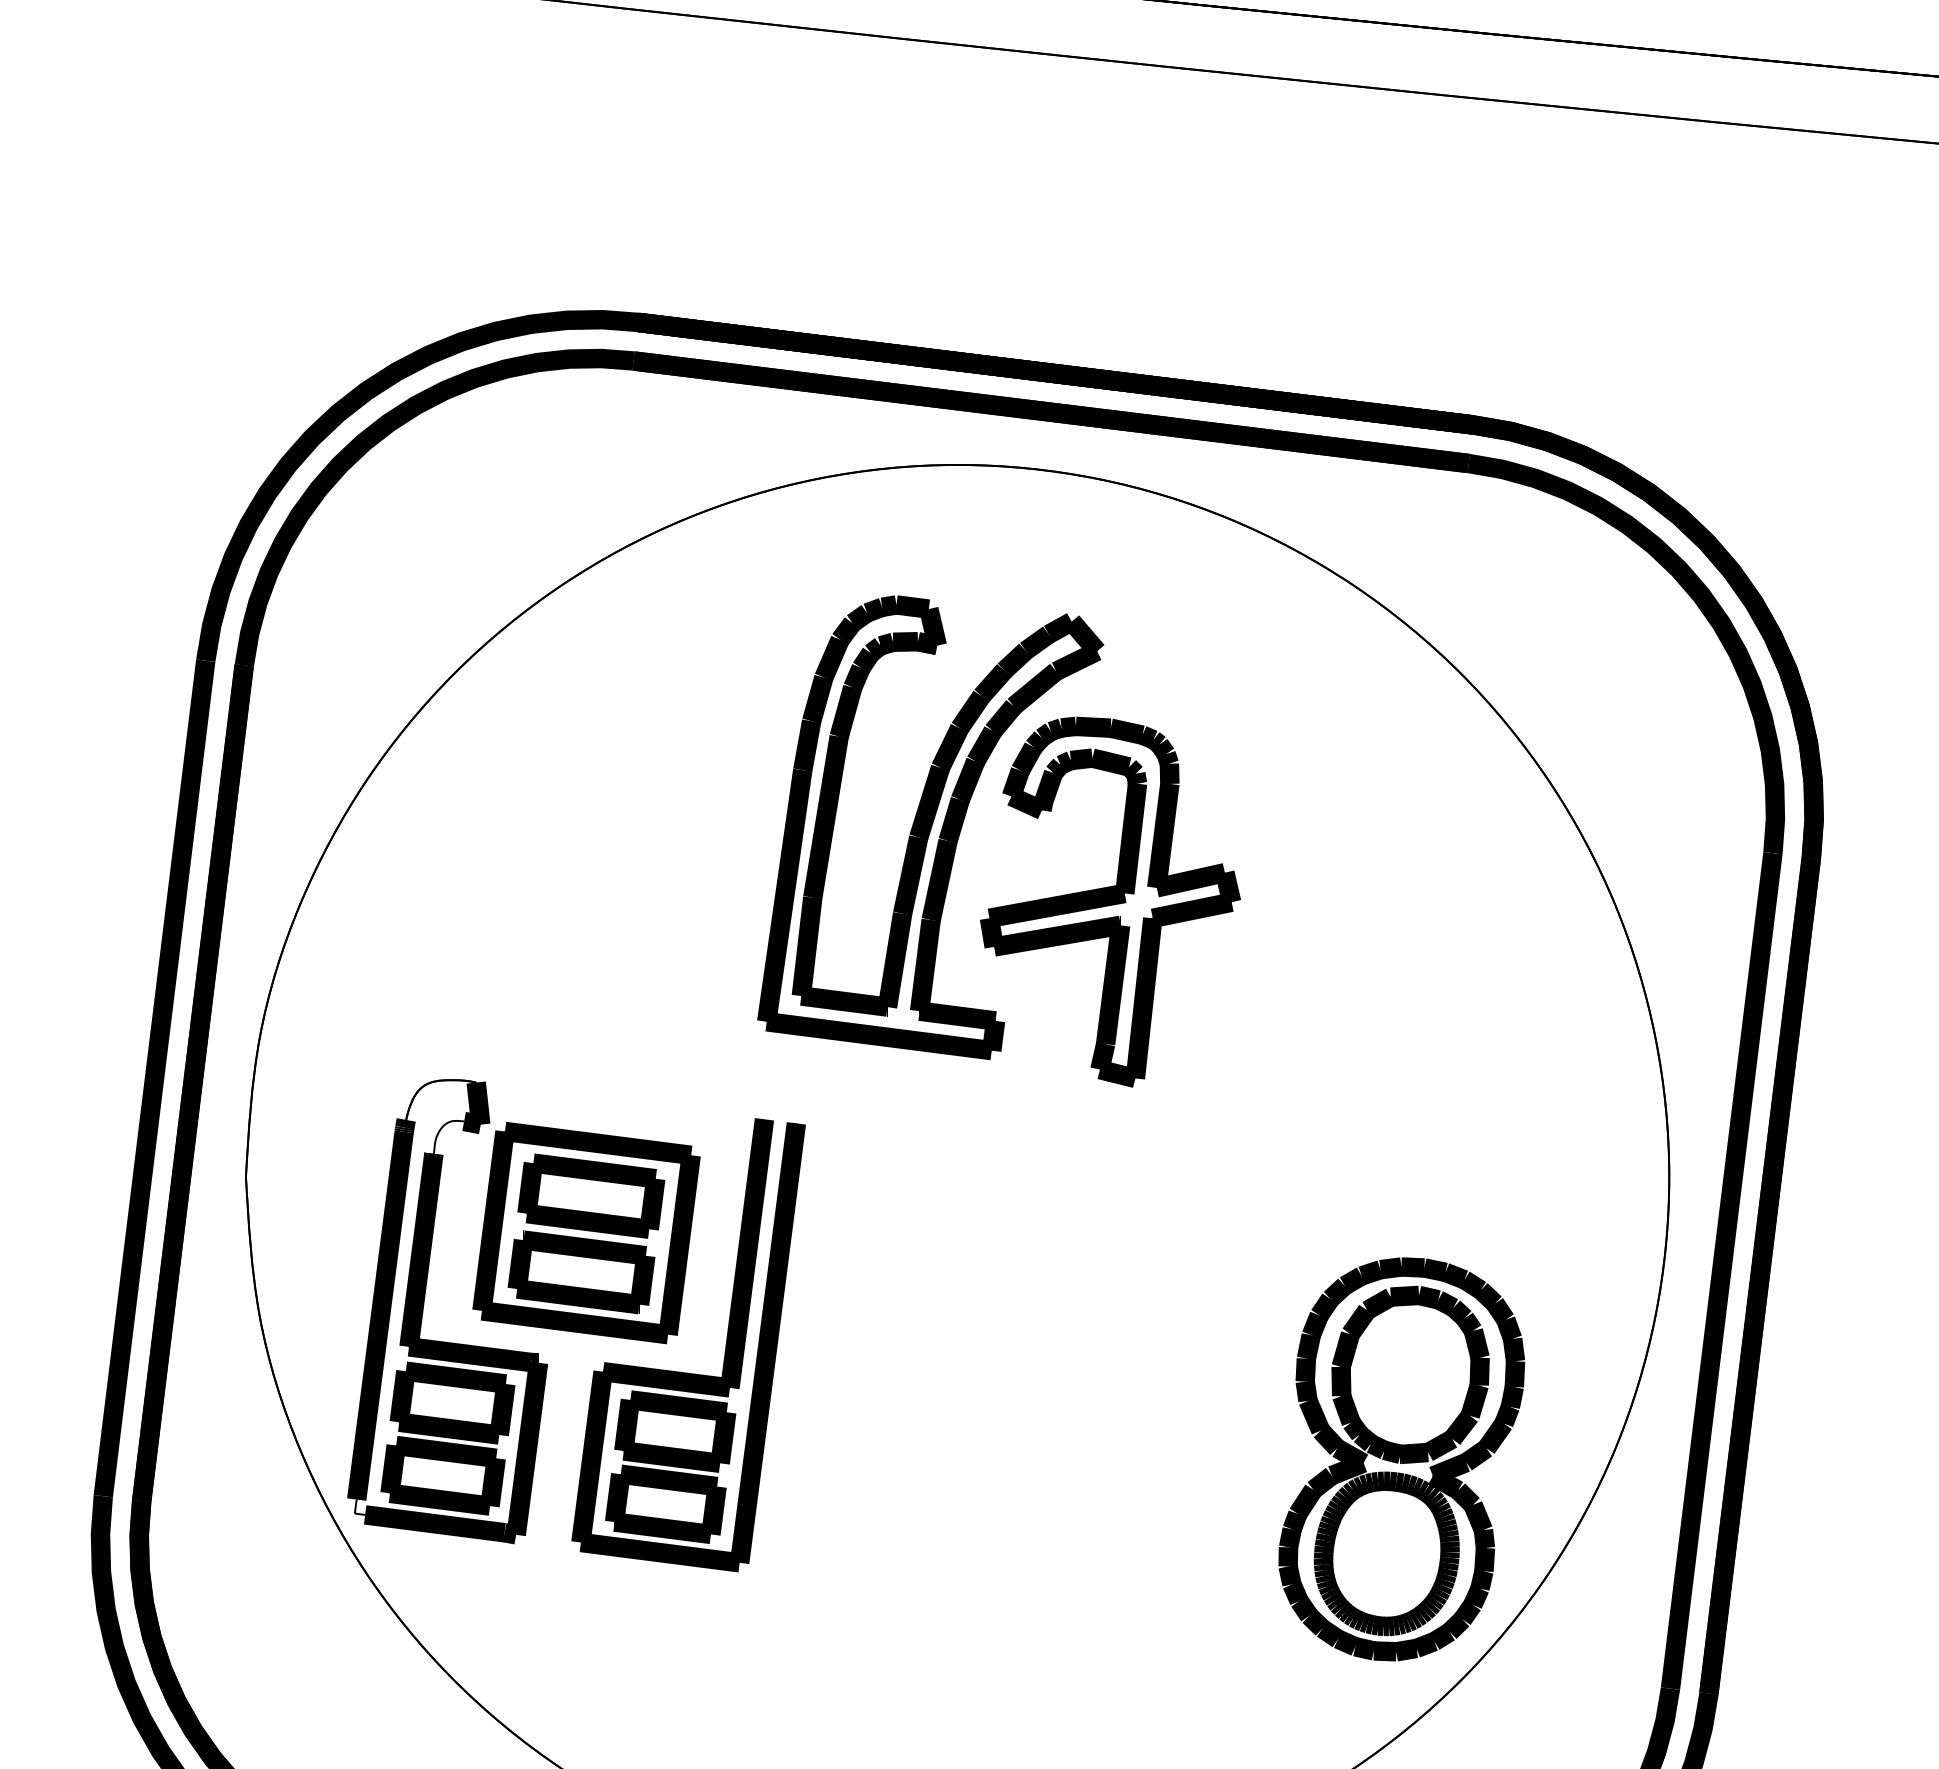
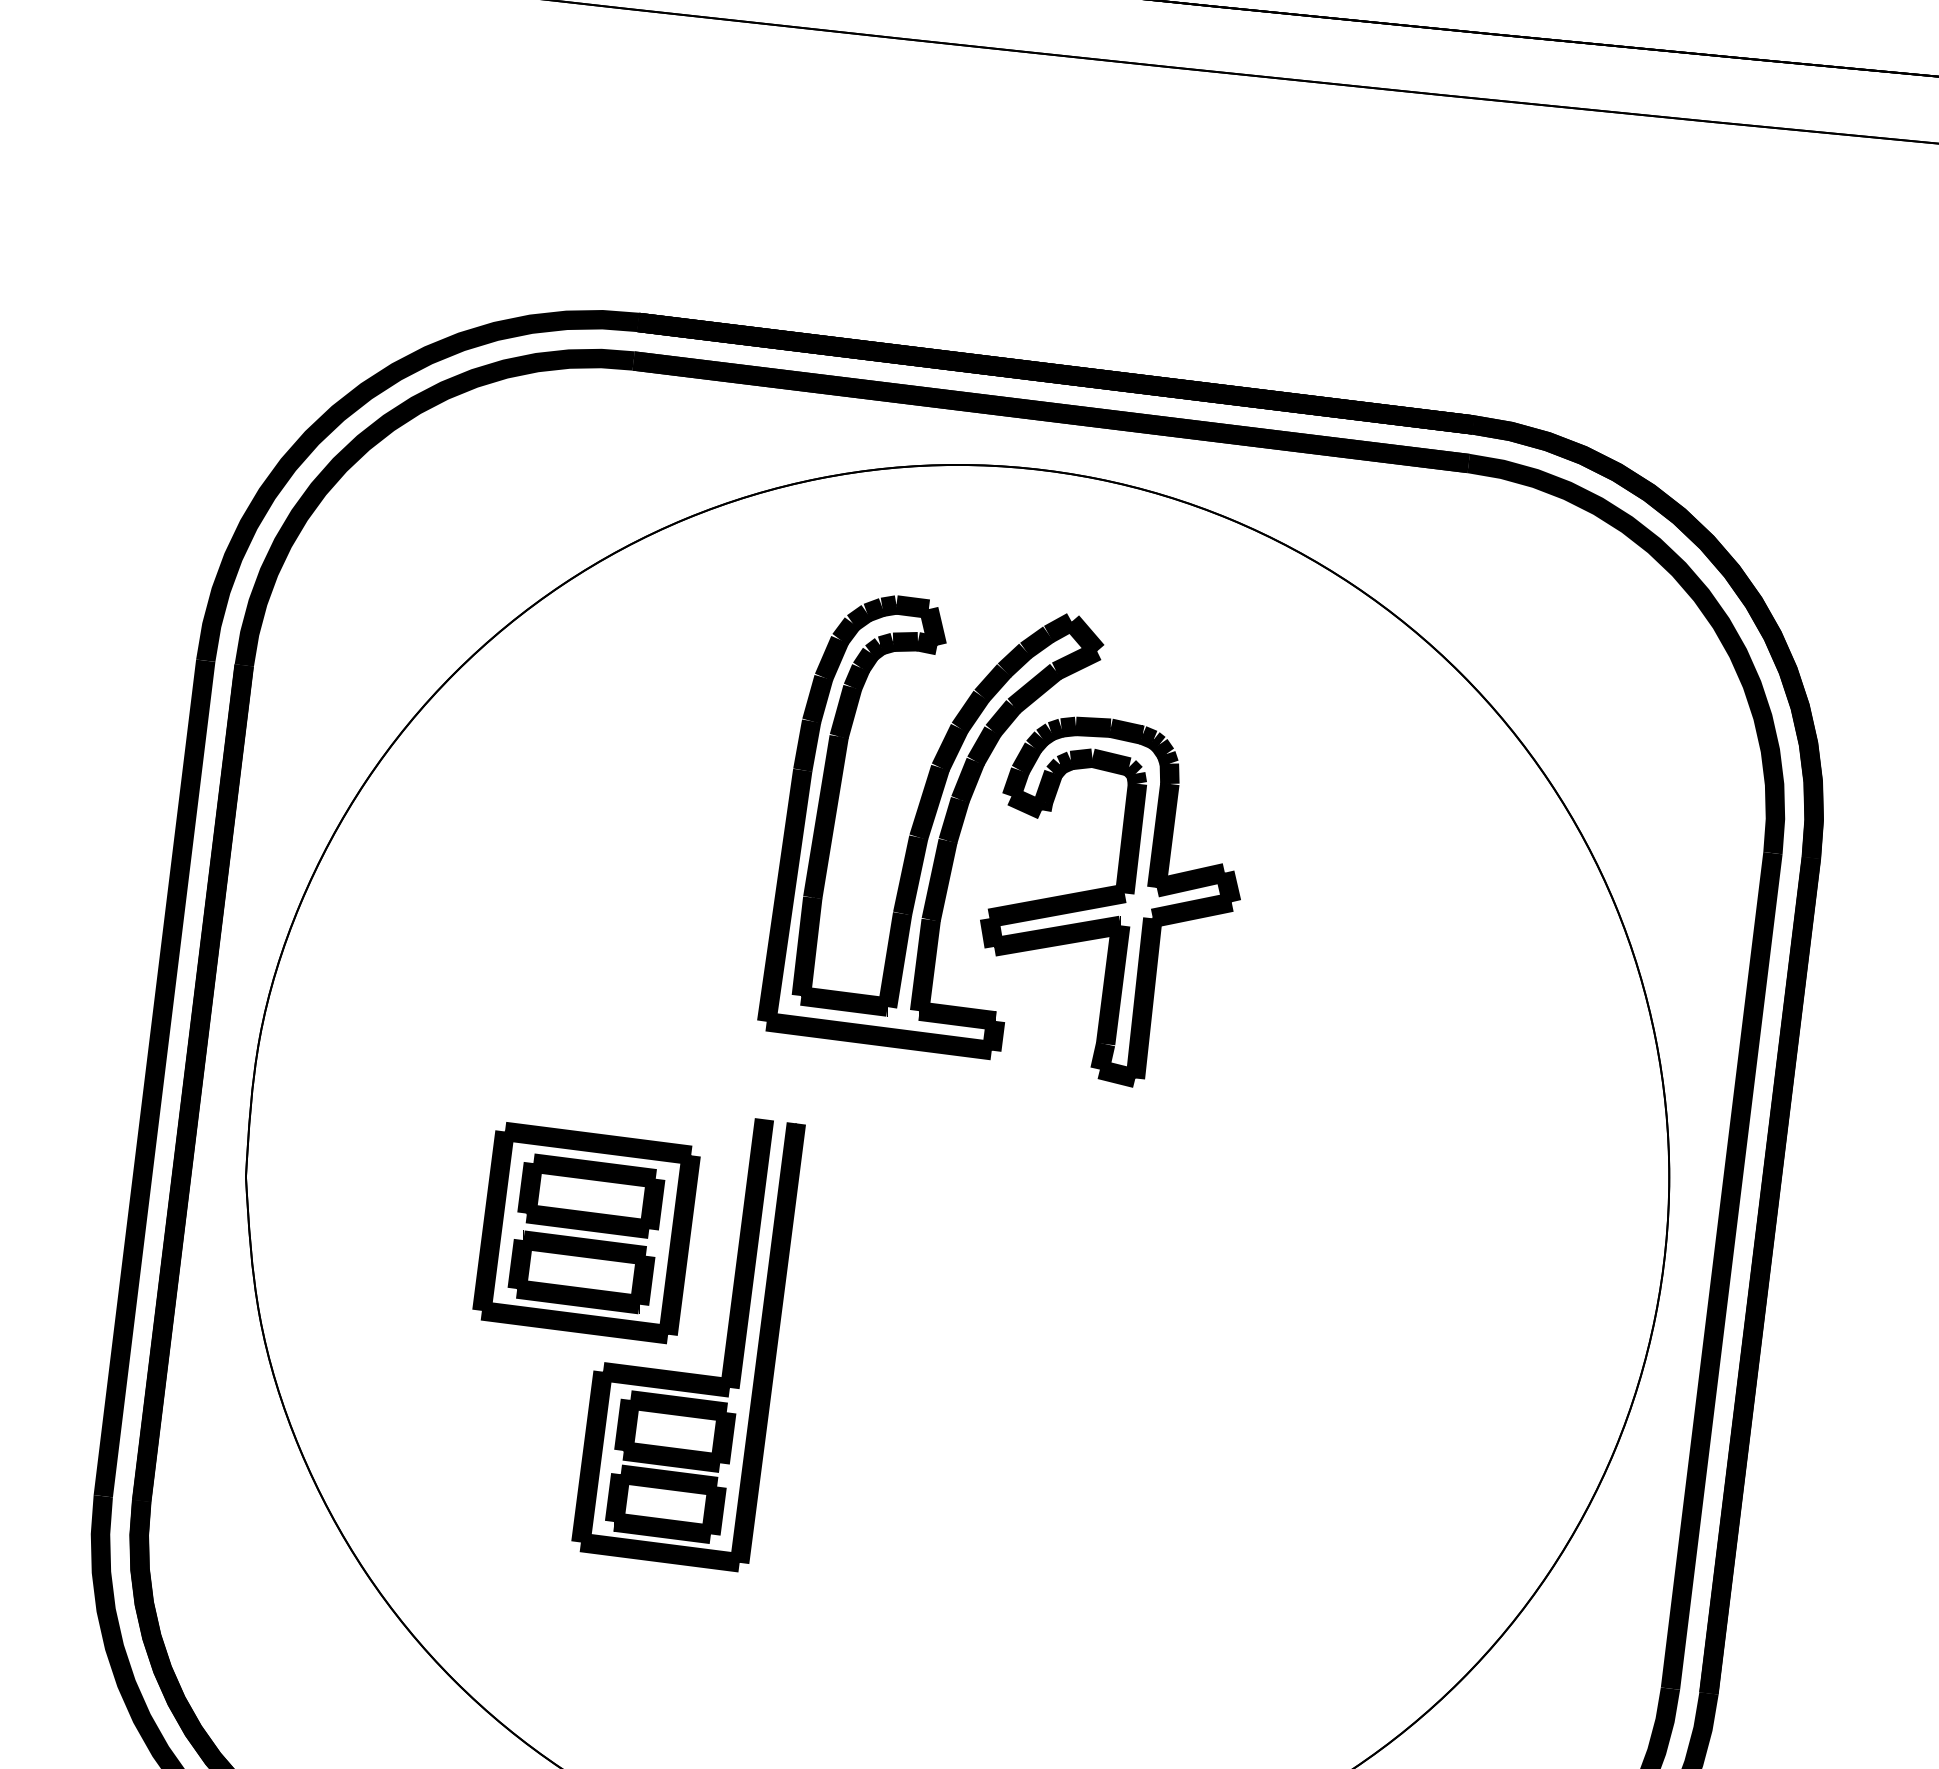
part at (424, 1305): present -> none
part at (1401, 1459): present -> none
